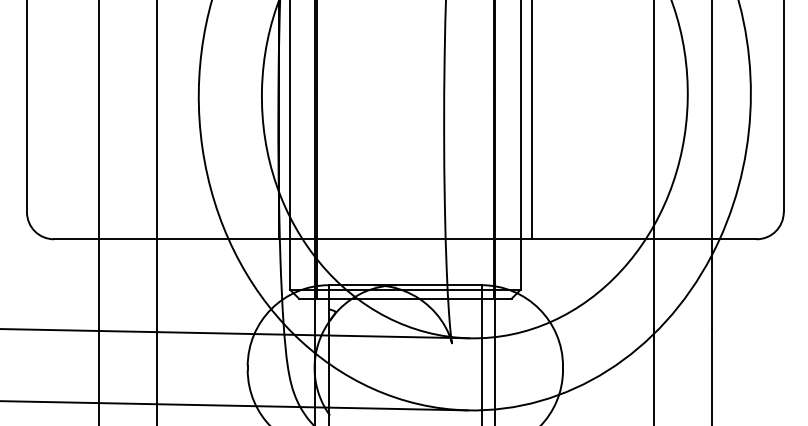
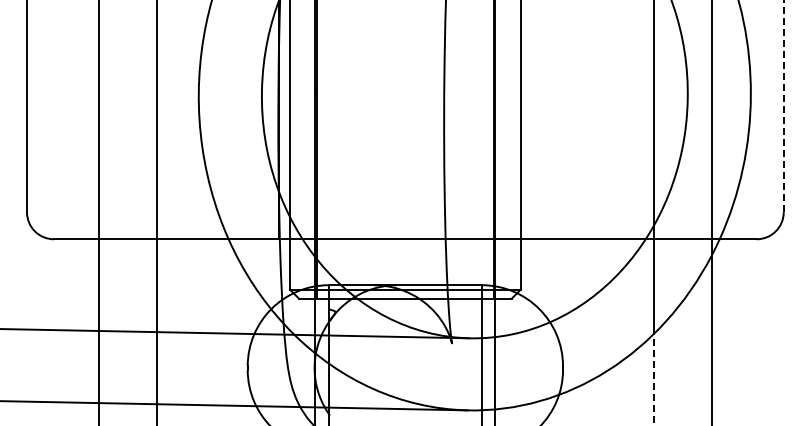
line at (783, 106): solid -> dashed
line at (531, 120): present -> none
line at (654, 377): solid -> dashed
